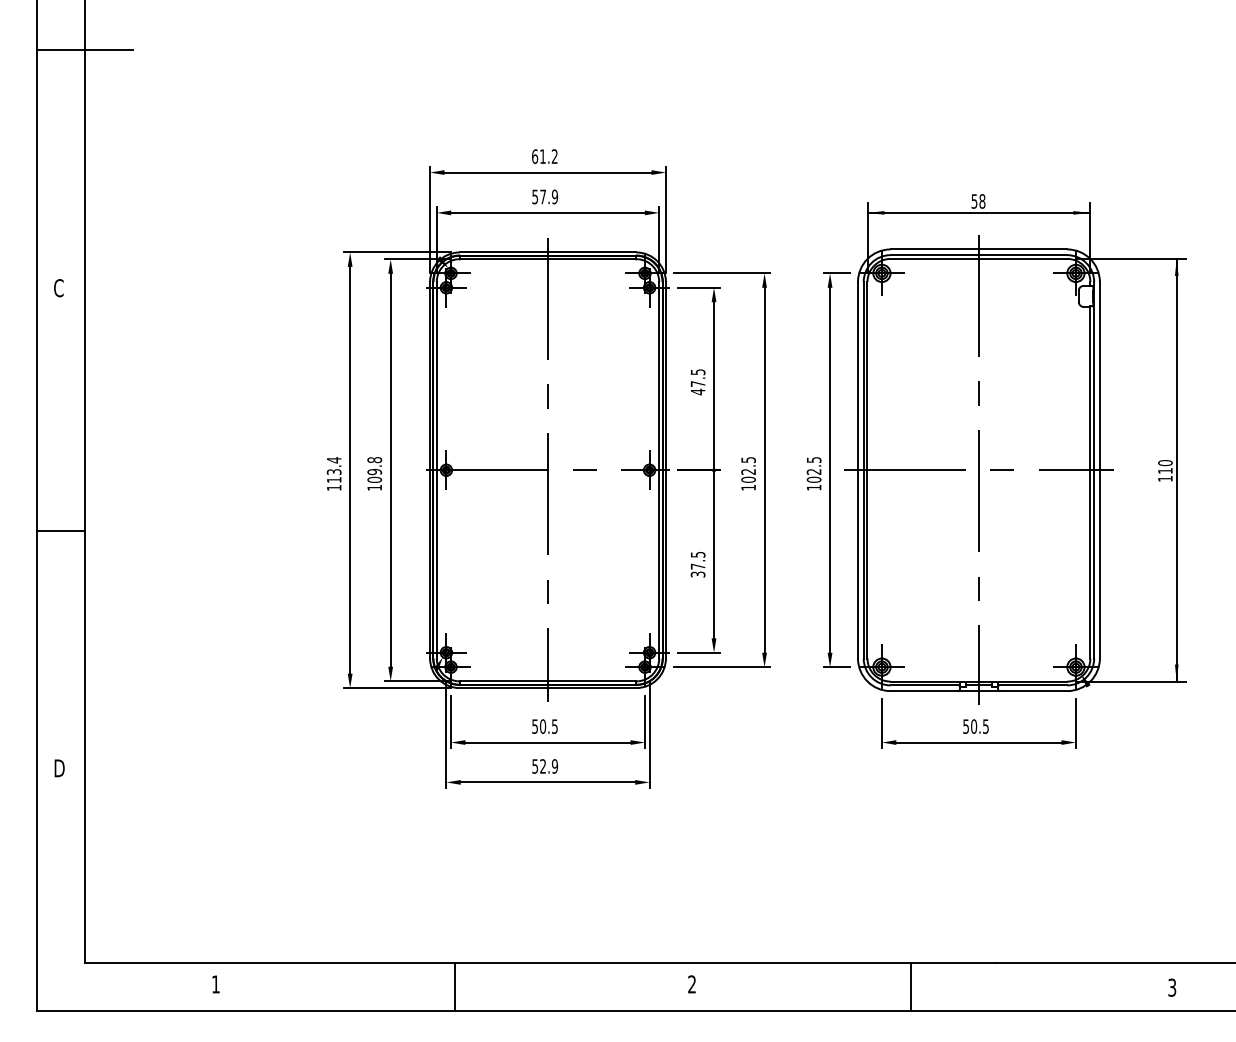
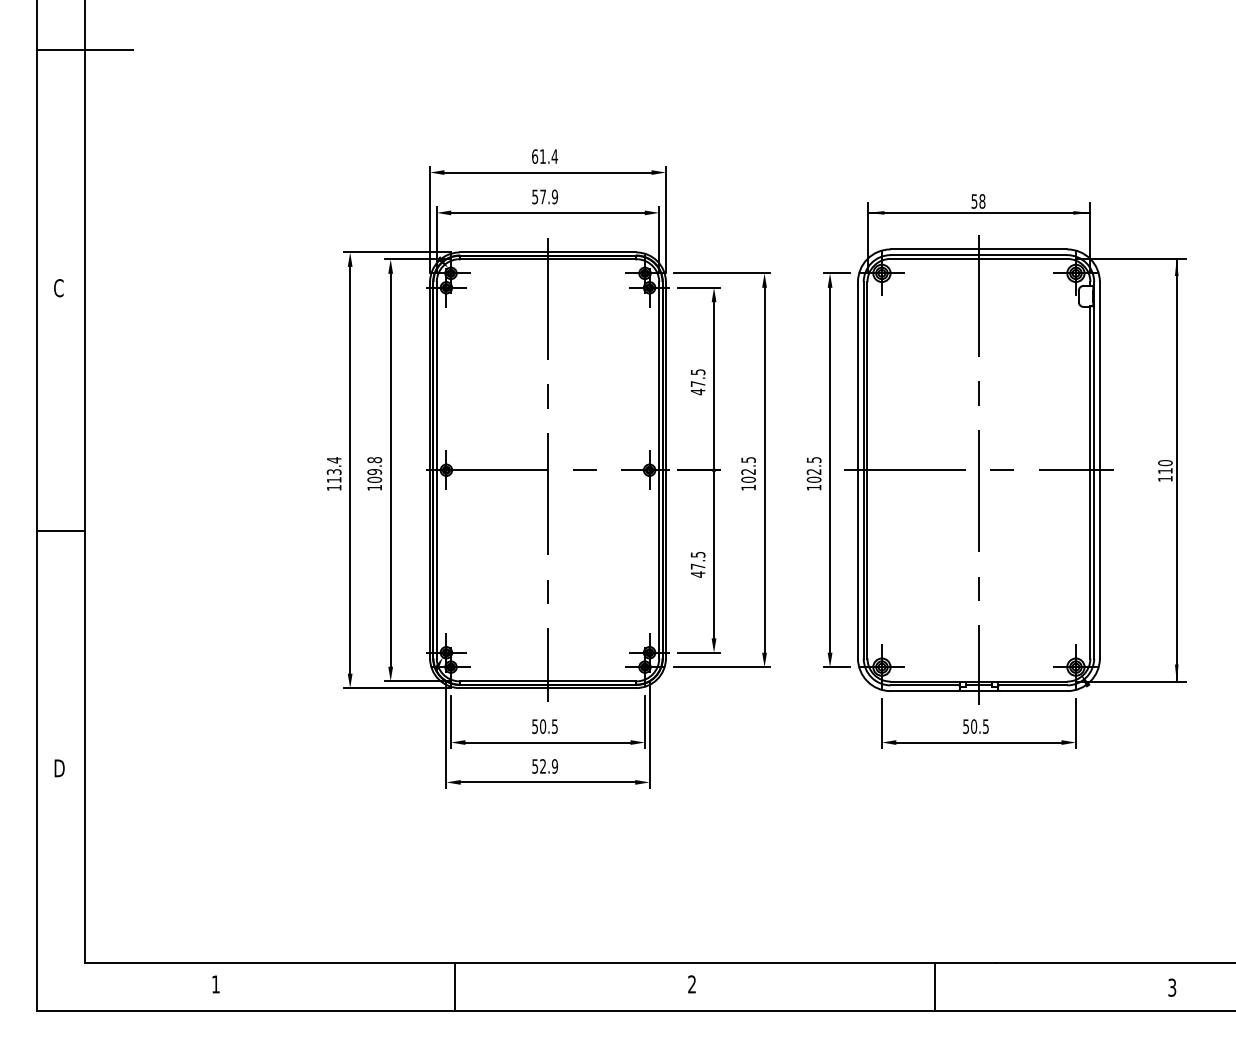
text at (554, 156): 61.2 -> 61.4
text at (697, 574): 37.5 -> 47.5
line at (911, 986) position: (911, 986) -> (935, 986)
